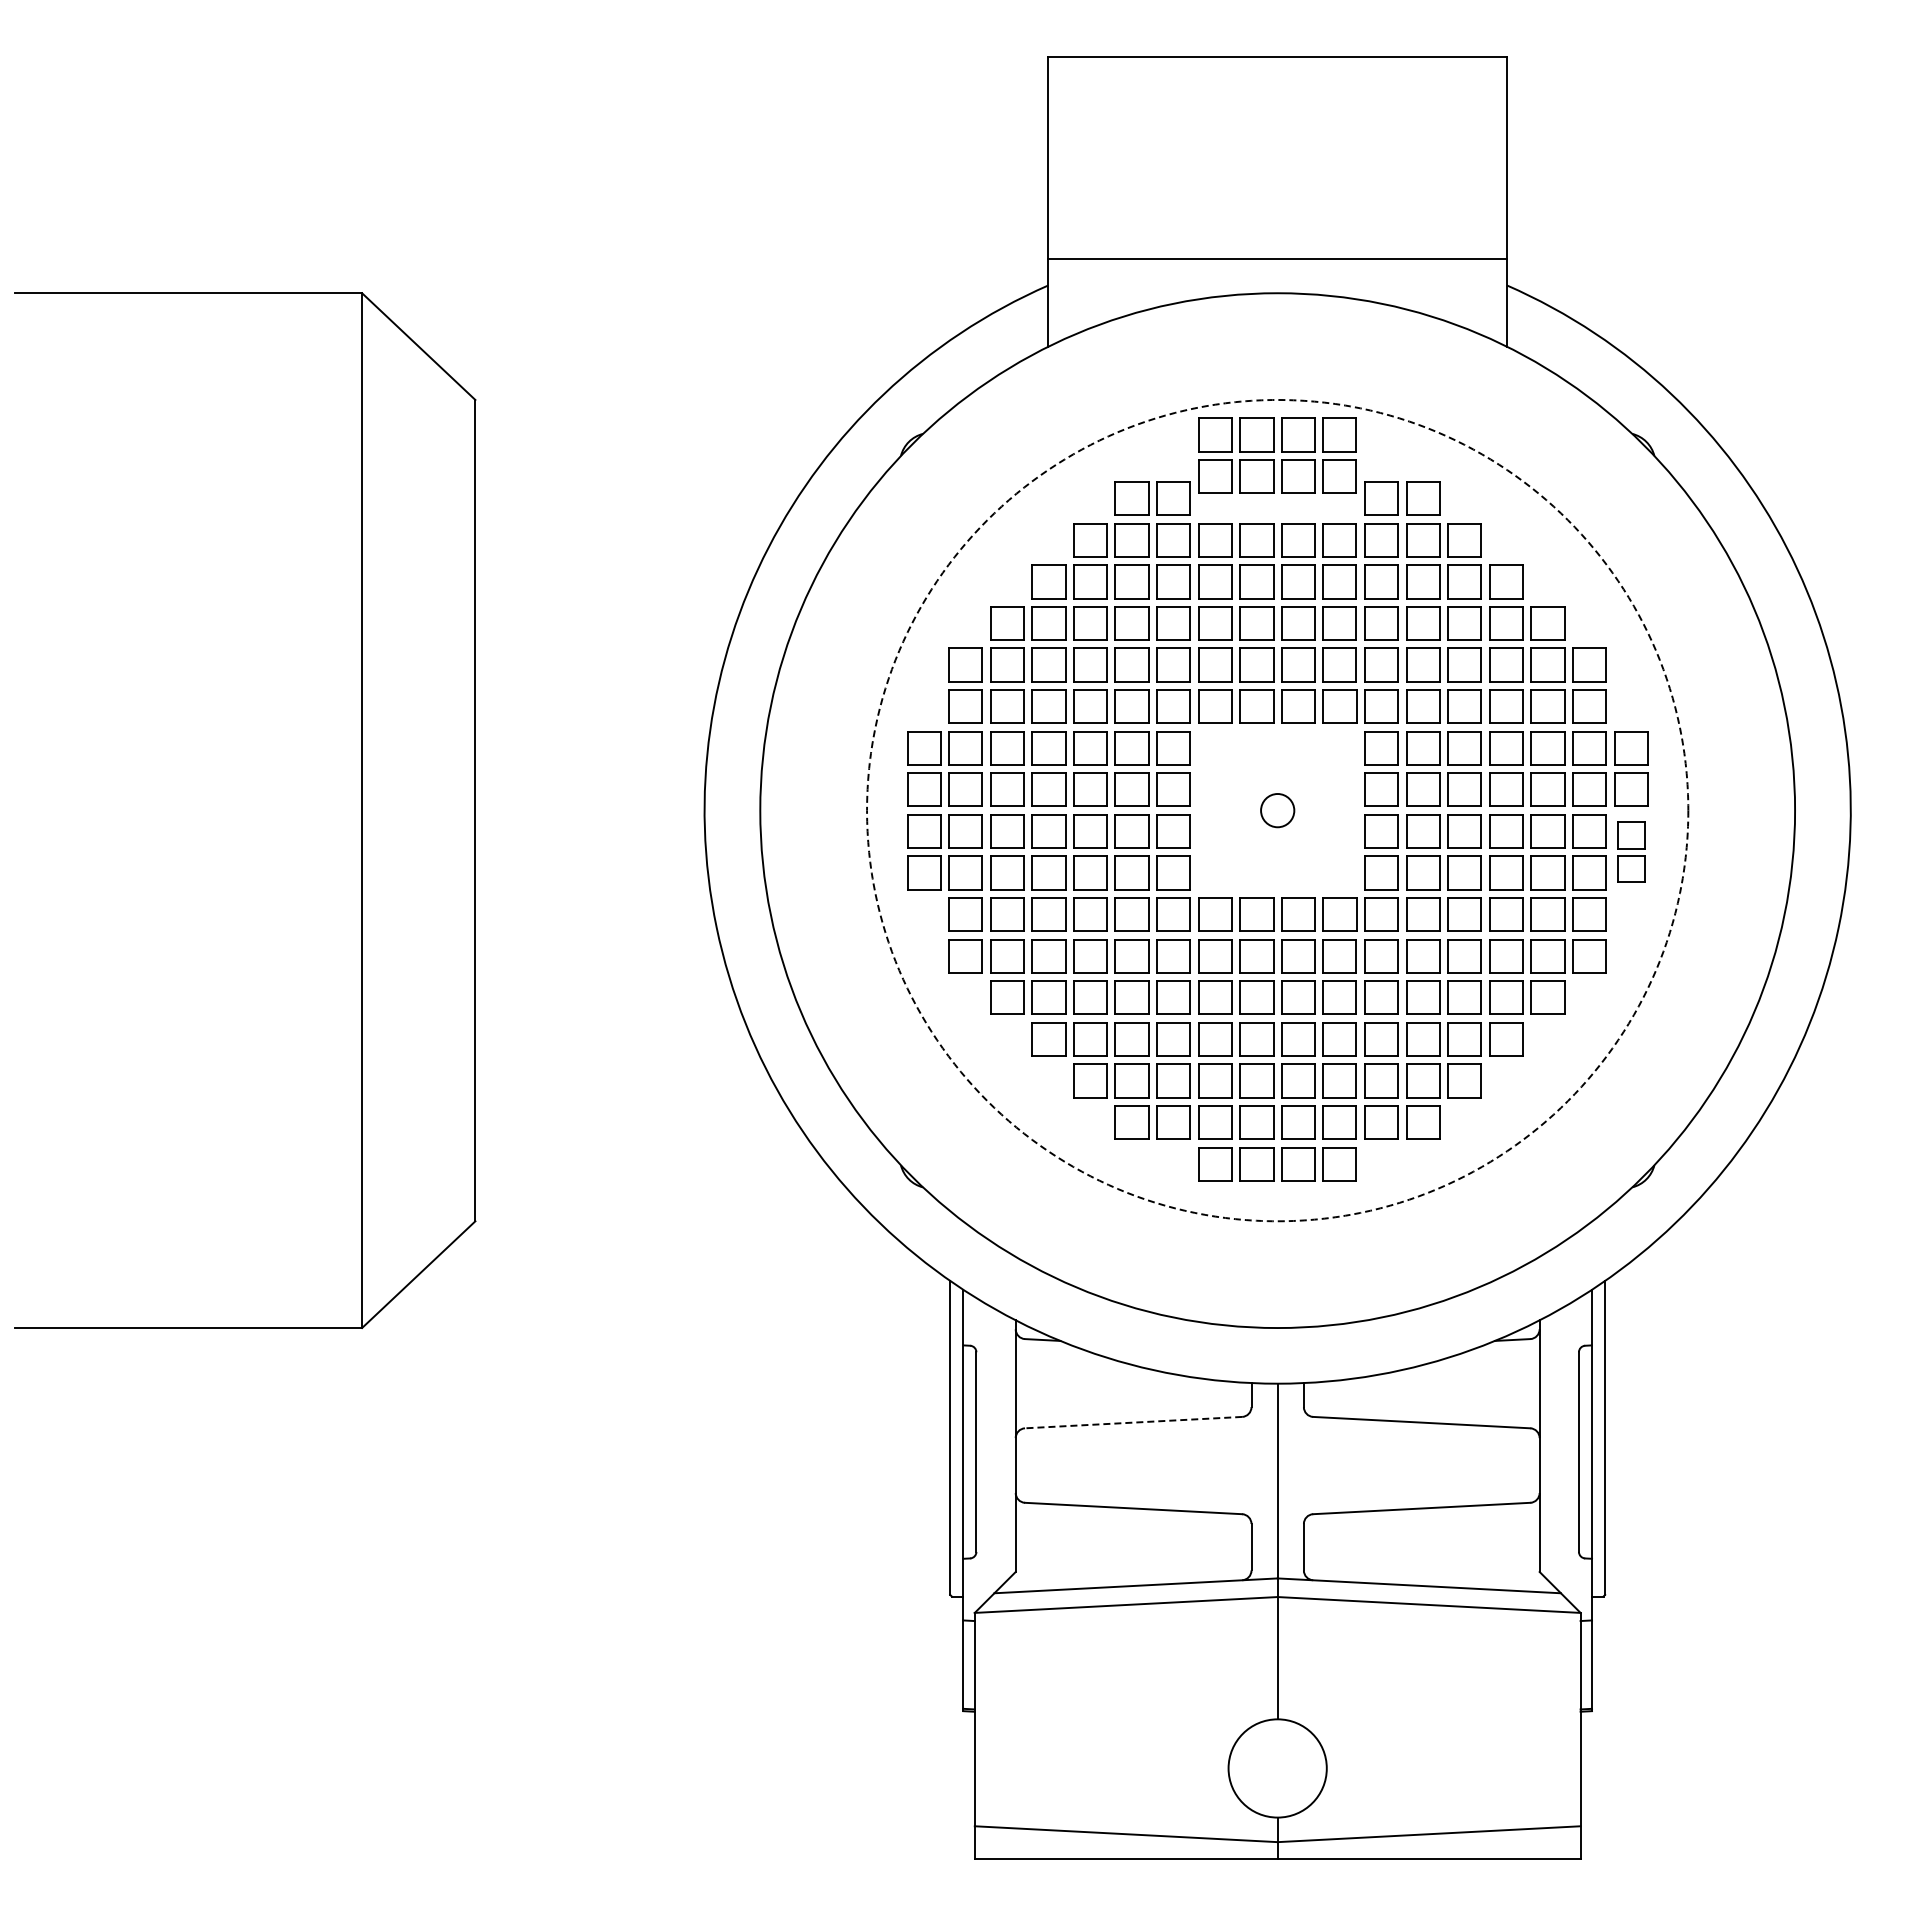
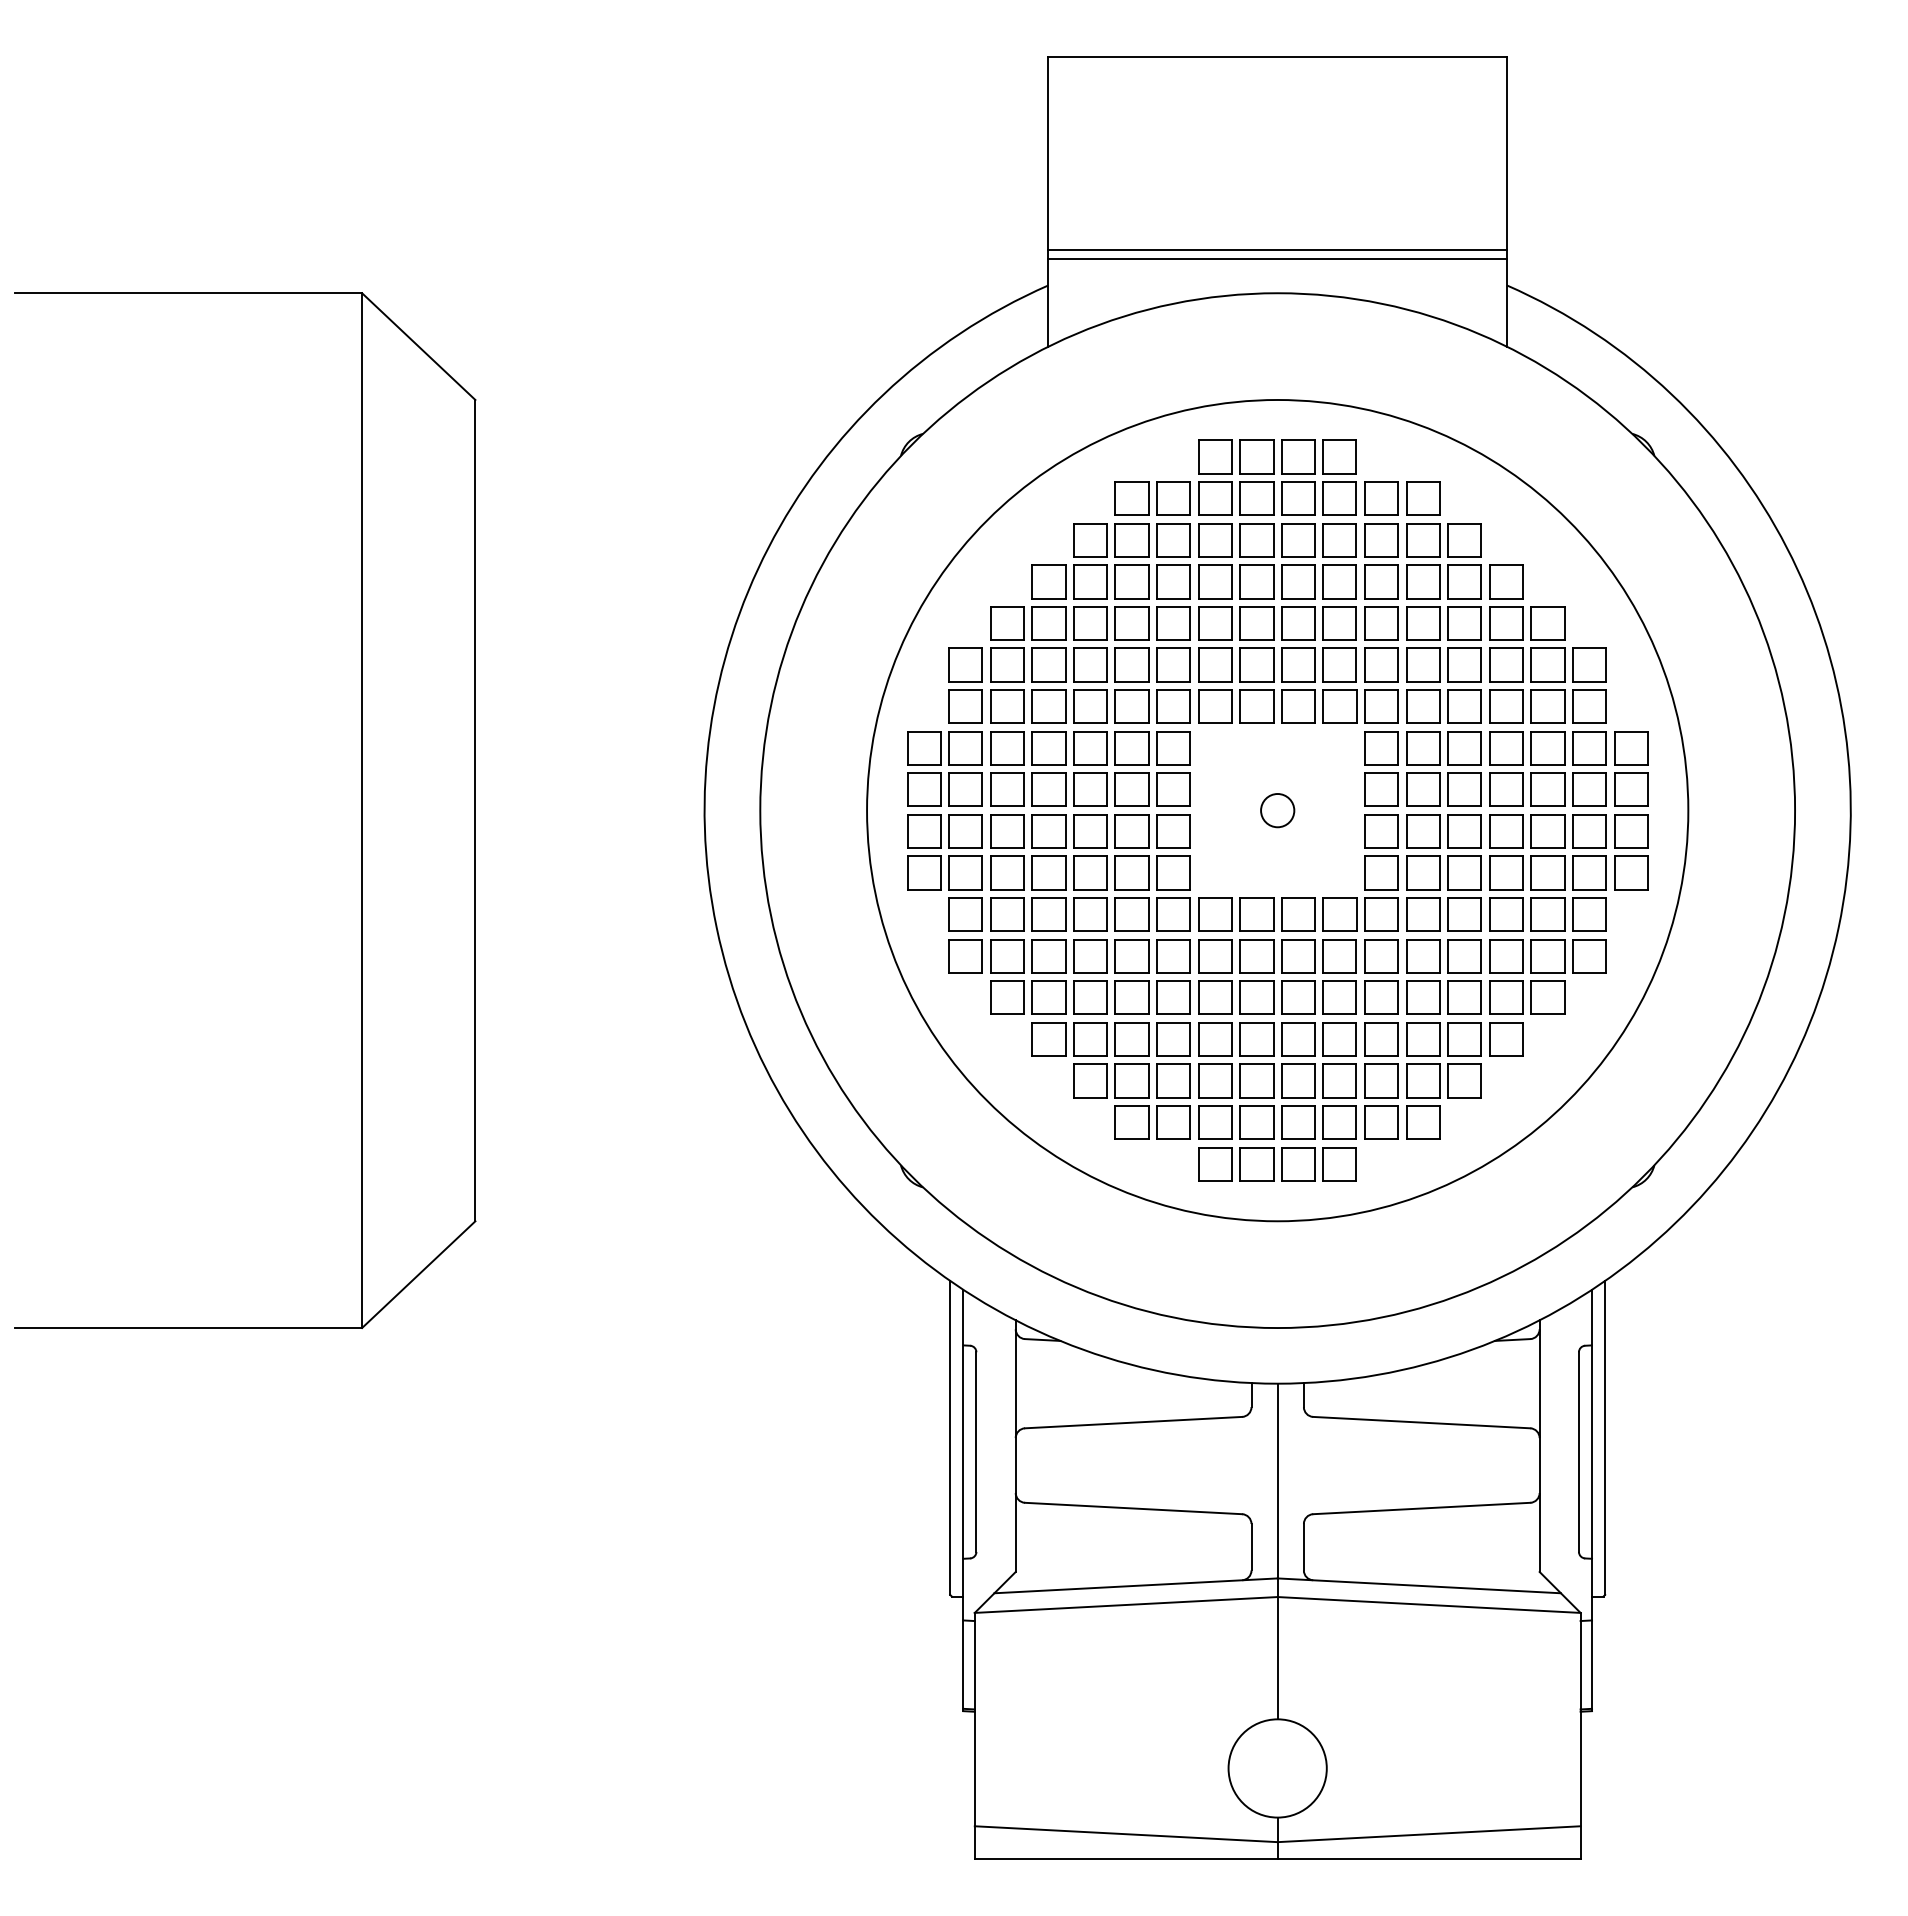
line at (1277, 250): none -> present
part at (1277, 455) position: (1277, 455) -> (1277, 477)
circle at (1277, 810): dashed -> solid
part at (1631, 851) size: 29x62 px -> 35x77 px
line at (1133, 1422): dashed -> solid
